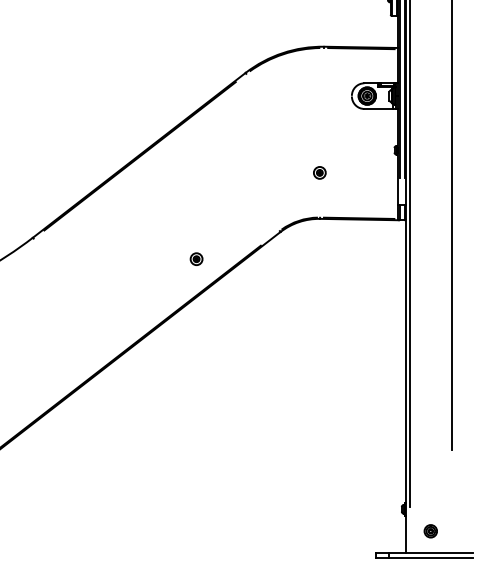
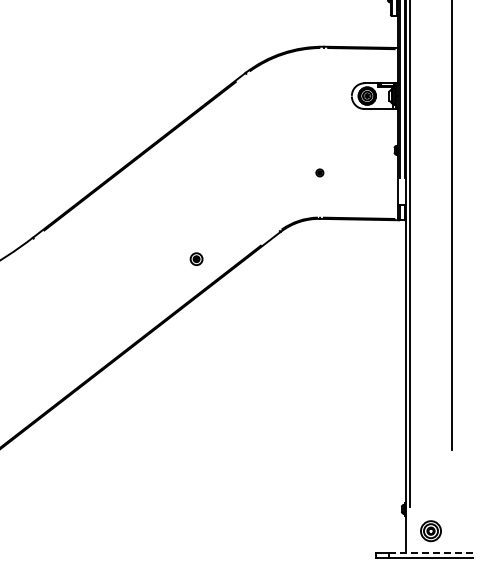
part at (319, 172) size: 14x14 px -> 10x10 px
part at (430, 531) size: 15x15 px -> 22x23 px
line at (430, 553): solid -> dashed
